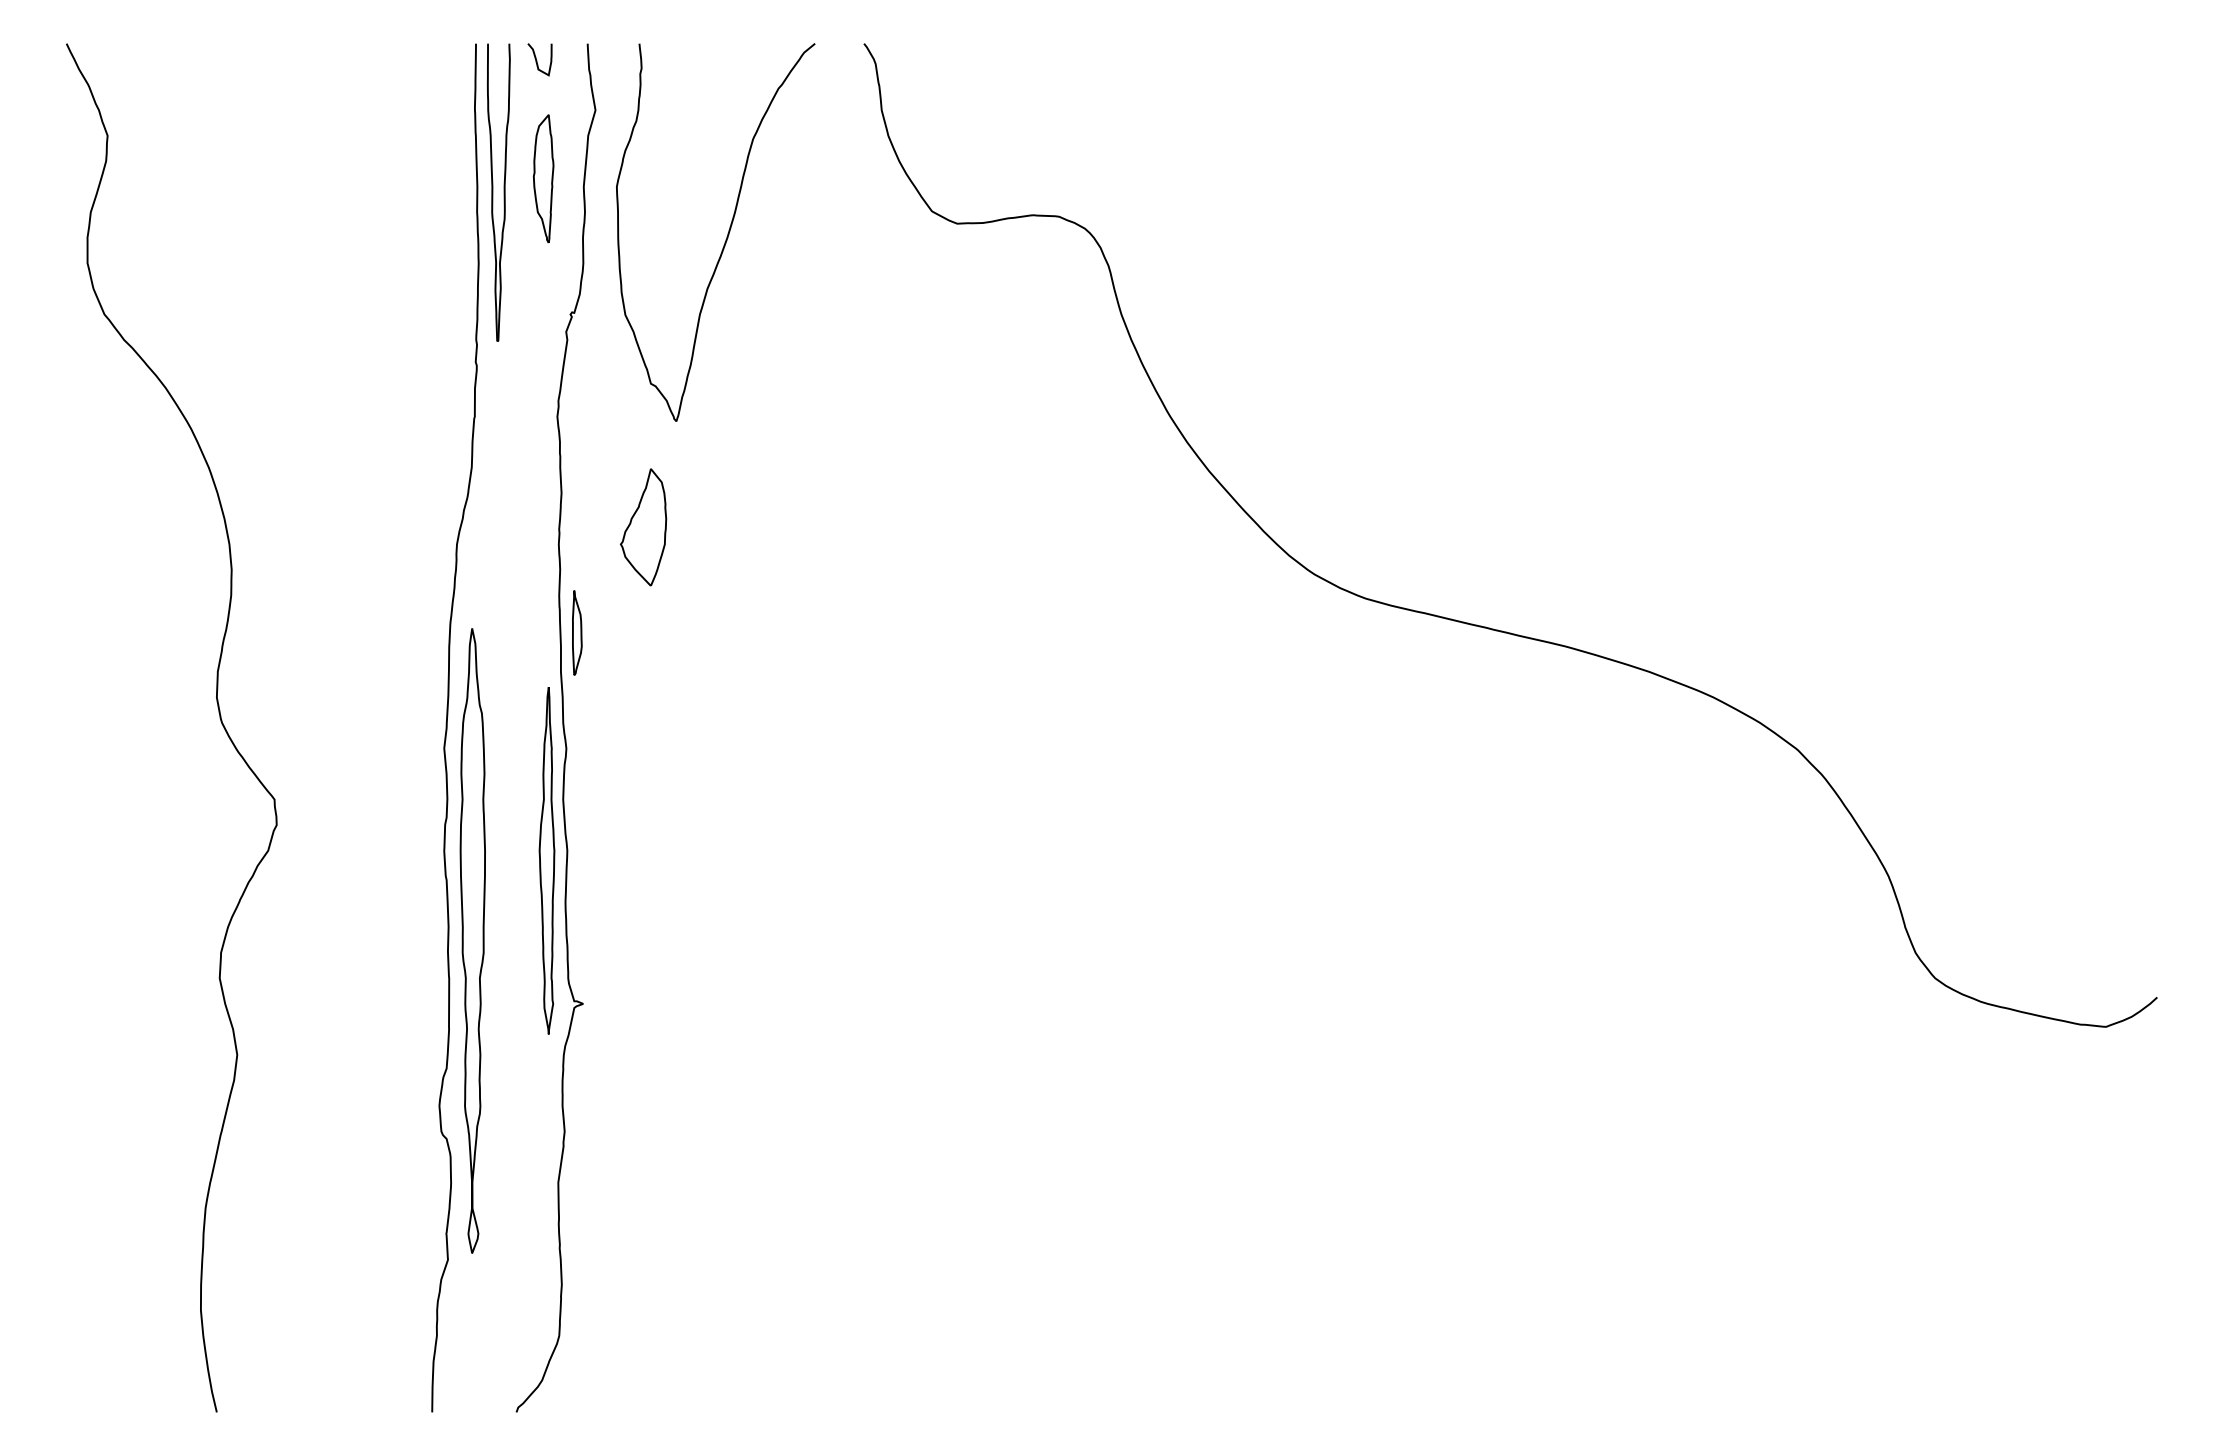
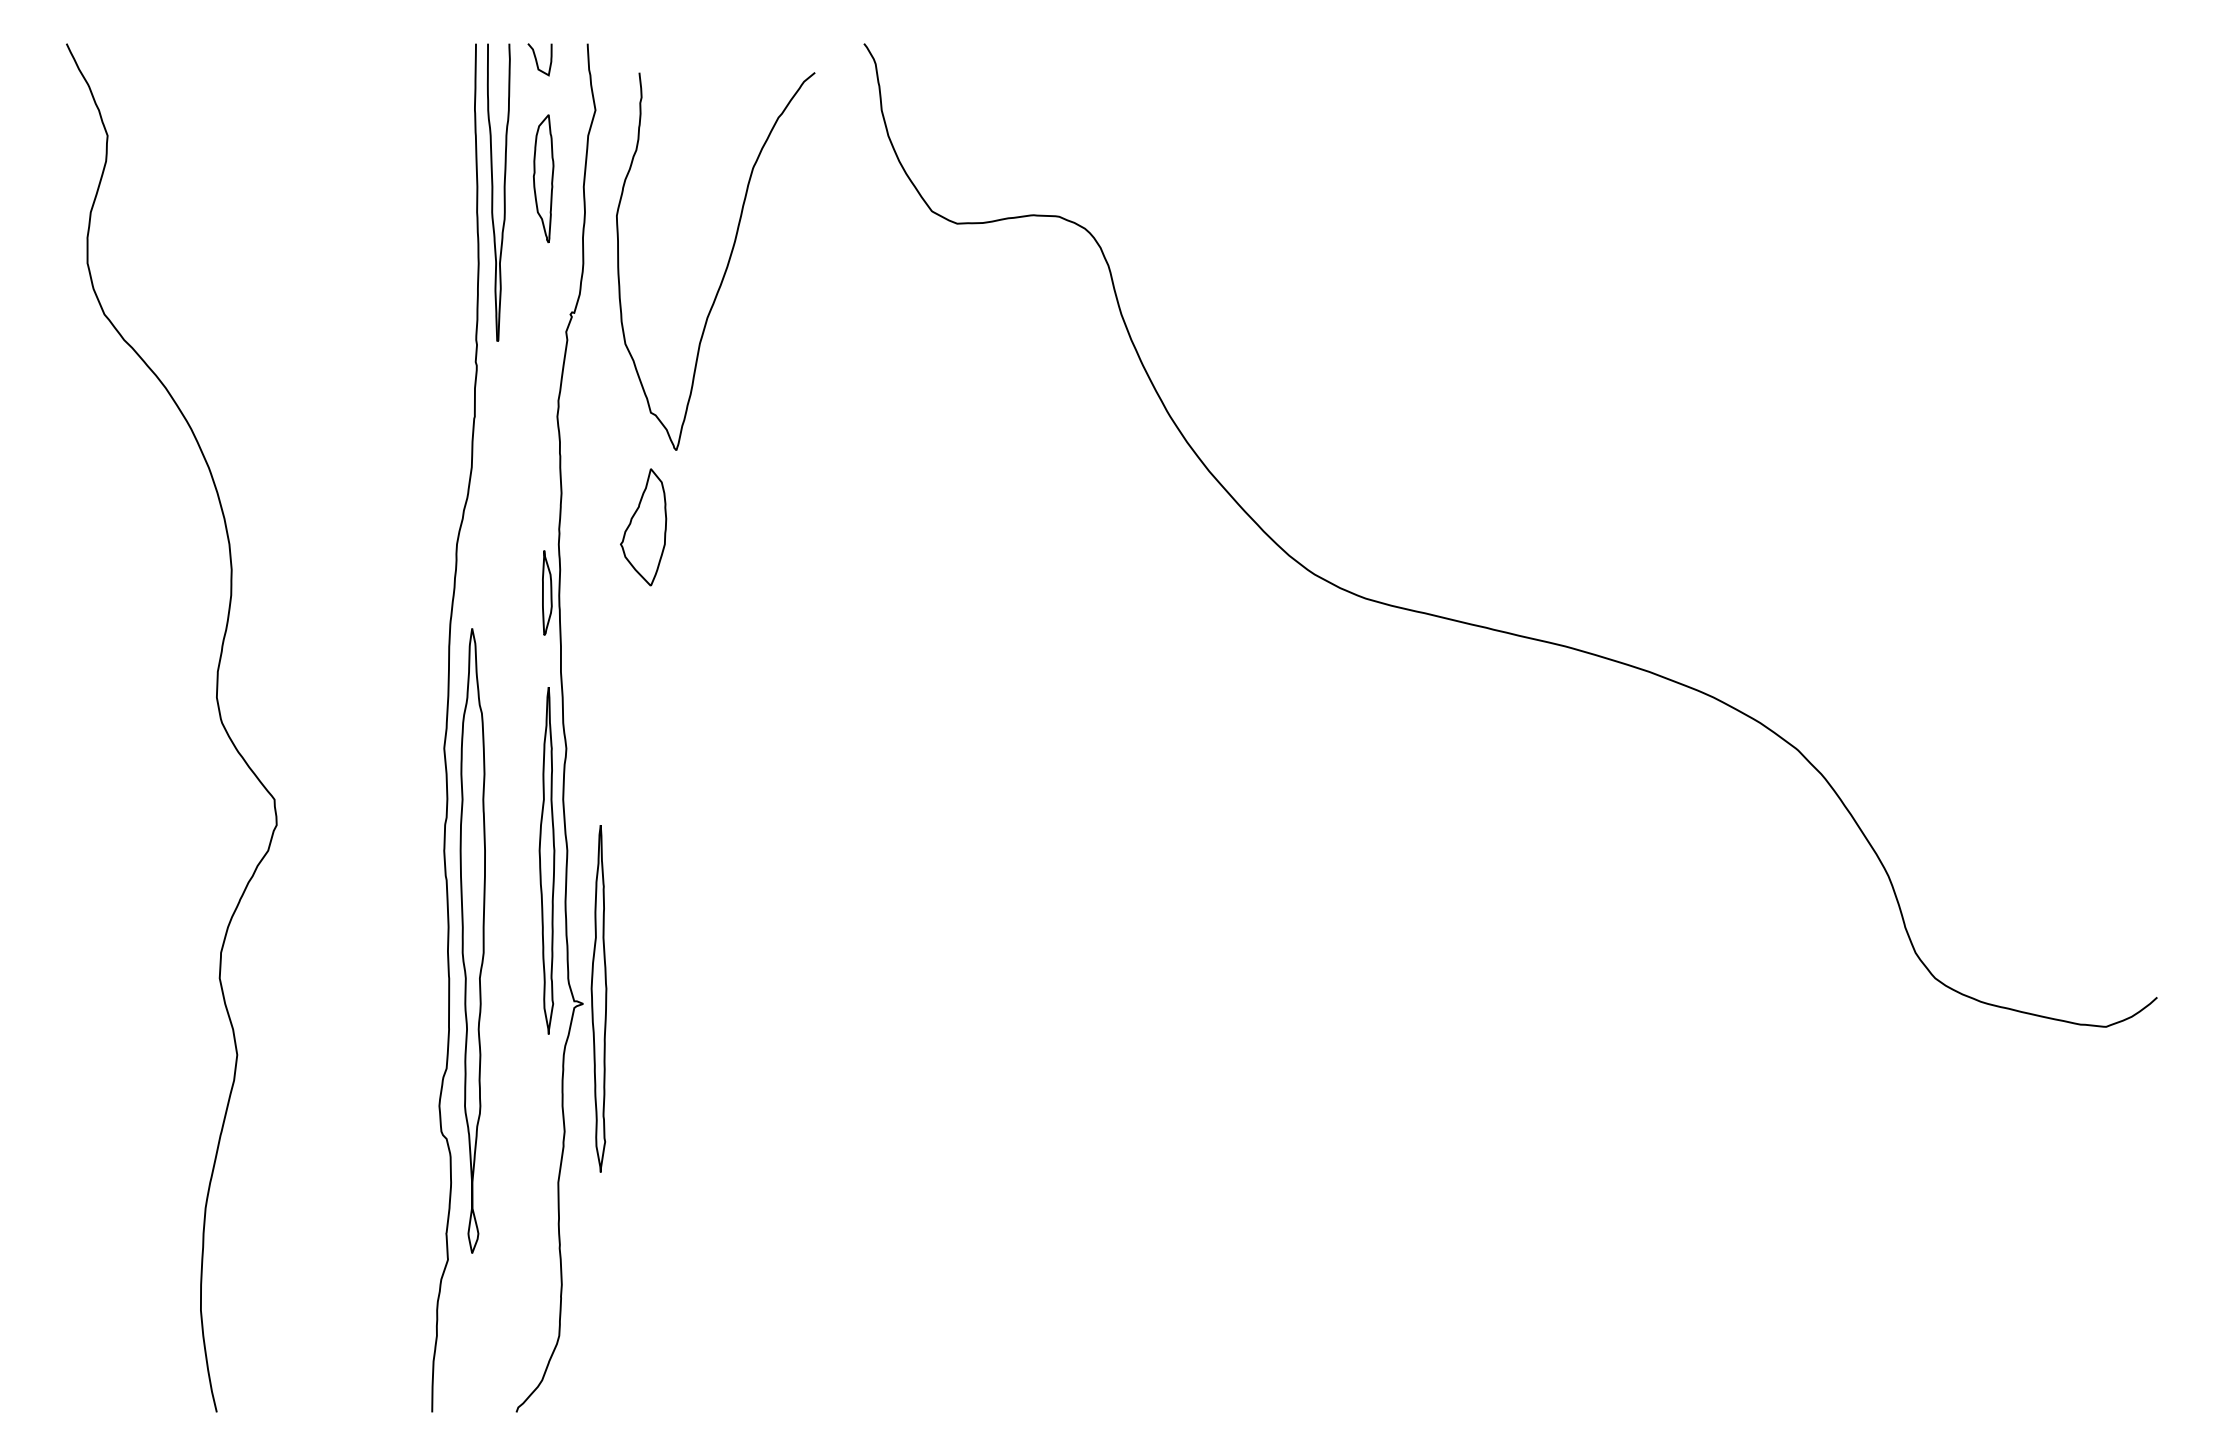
curve at (726, 236) position: (726, 236) -> (726, 265)
part at (577, 632) position: (577, 632) -> (547, 592)
part at (598, 998): none -> present
